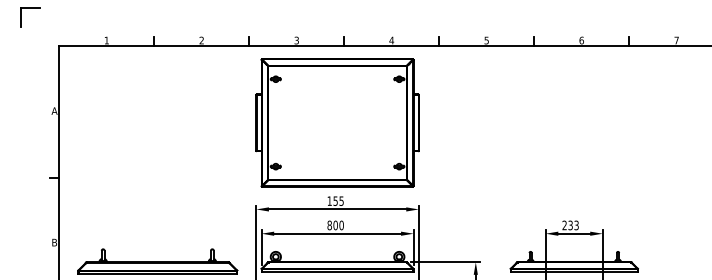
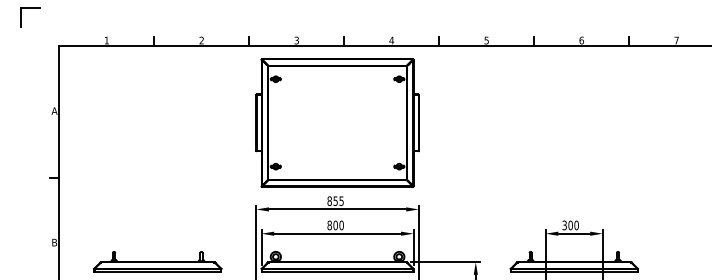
text at (329, 200): 155 -> 855
text at (570, 225): 233 -> 300
part at (157, 261) size: 162x27 px -> 130x22 px
